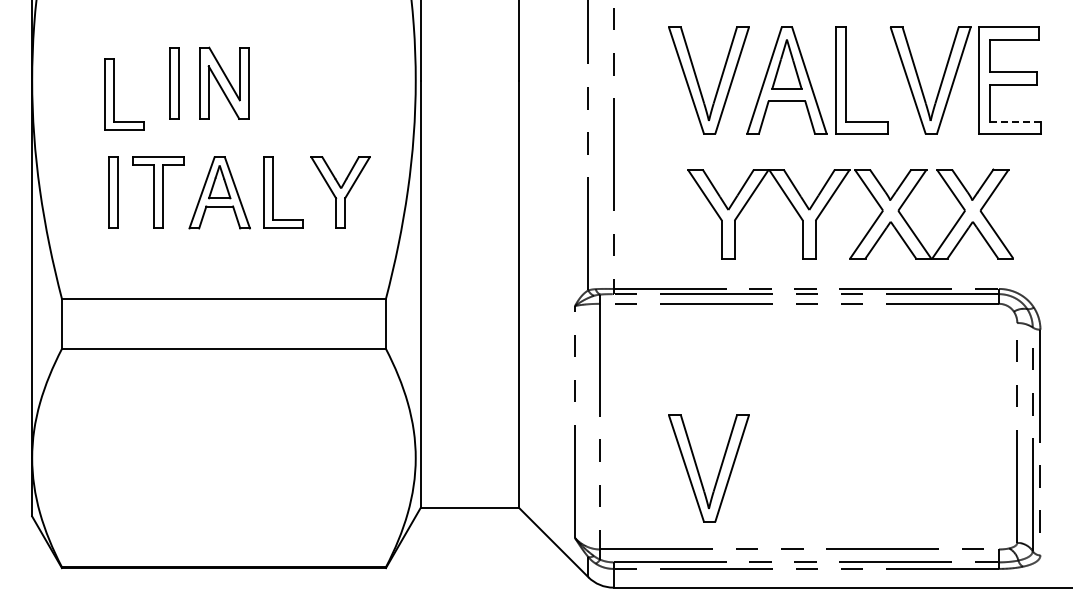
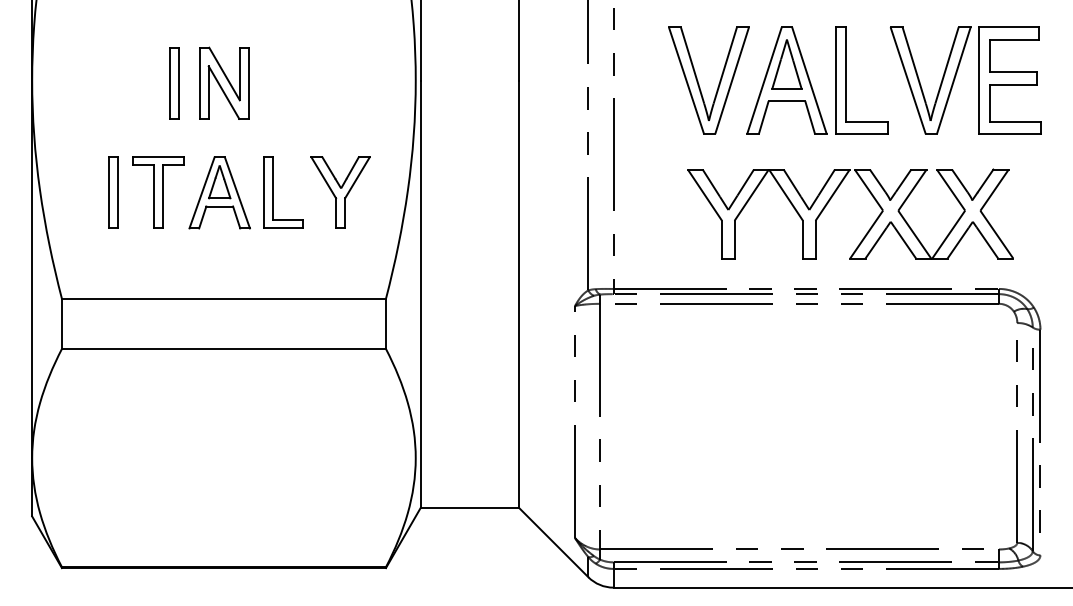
part at (114, 94): present -> none
line at (1014, 121): dashed -> solid
part at (699, 472): present -> none
